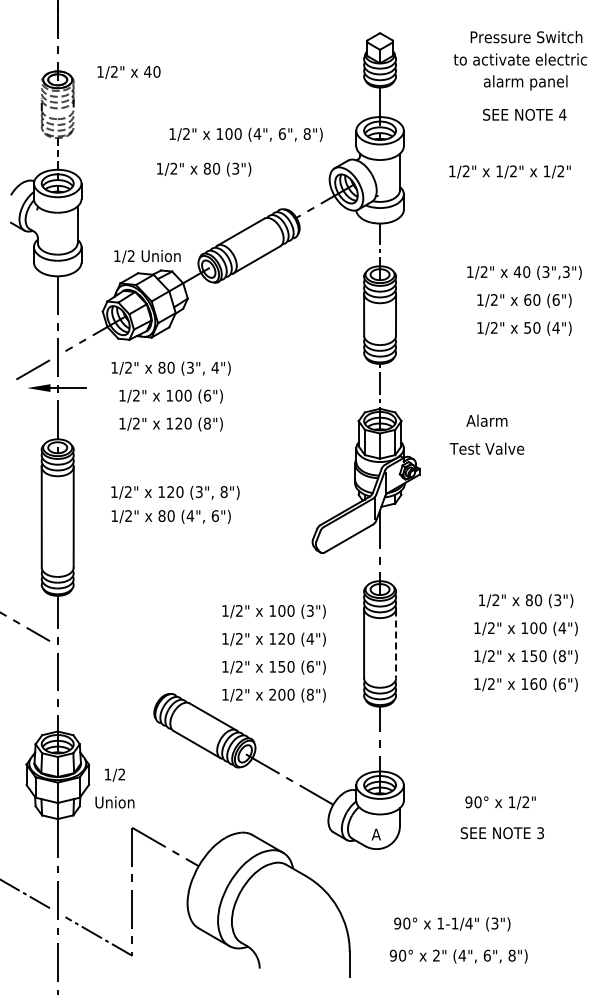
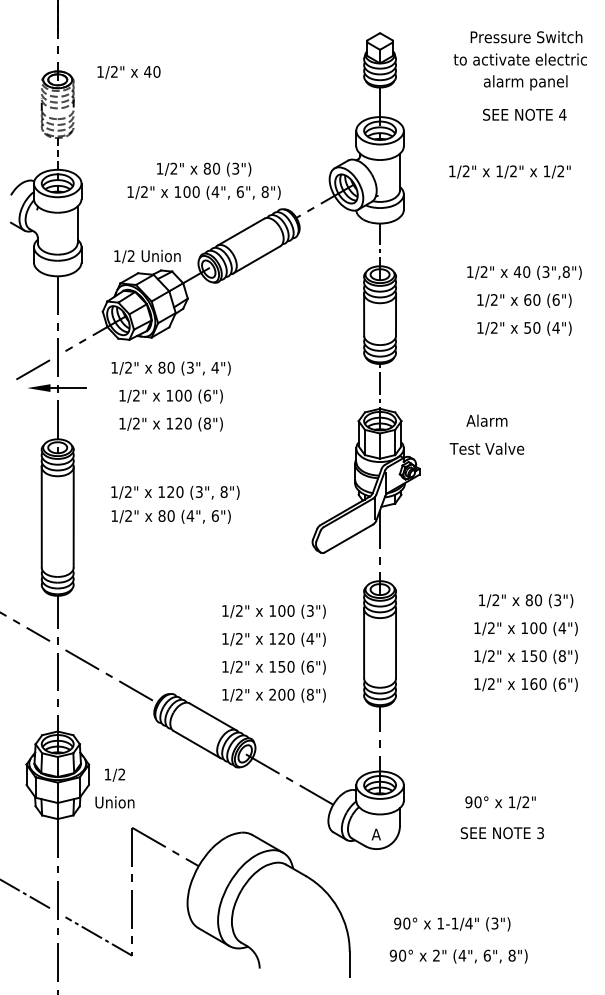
text at (245, 134) position: (245, 134) -> (203, 192)
text at (565, 271): (3",3") -> (3",8")
line at (396, 644): dashed -> solid
line at (111, 676): none -> present
